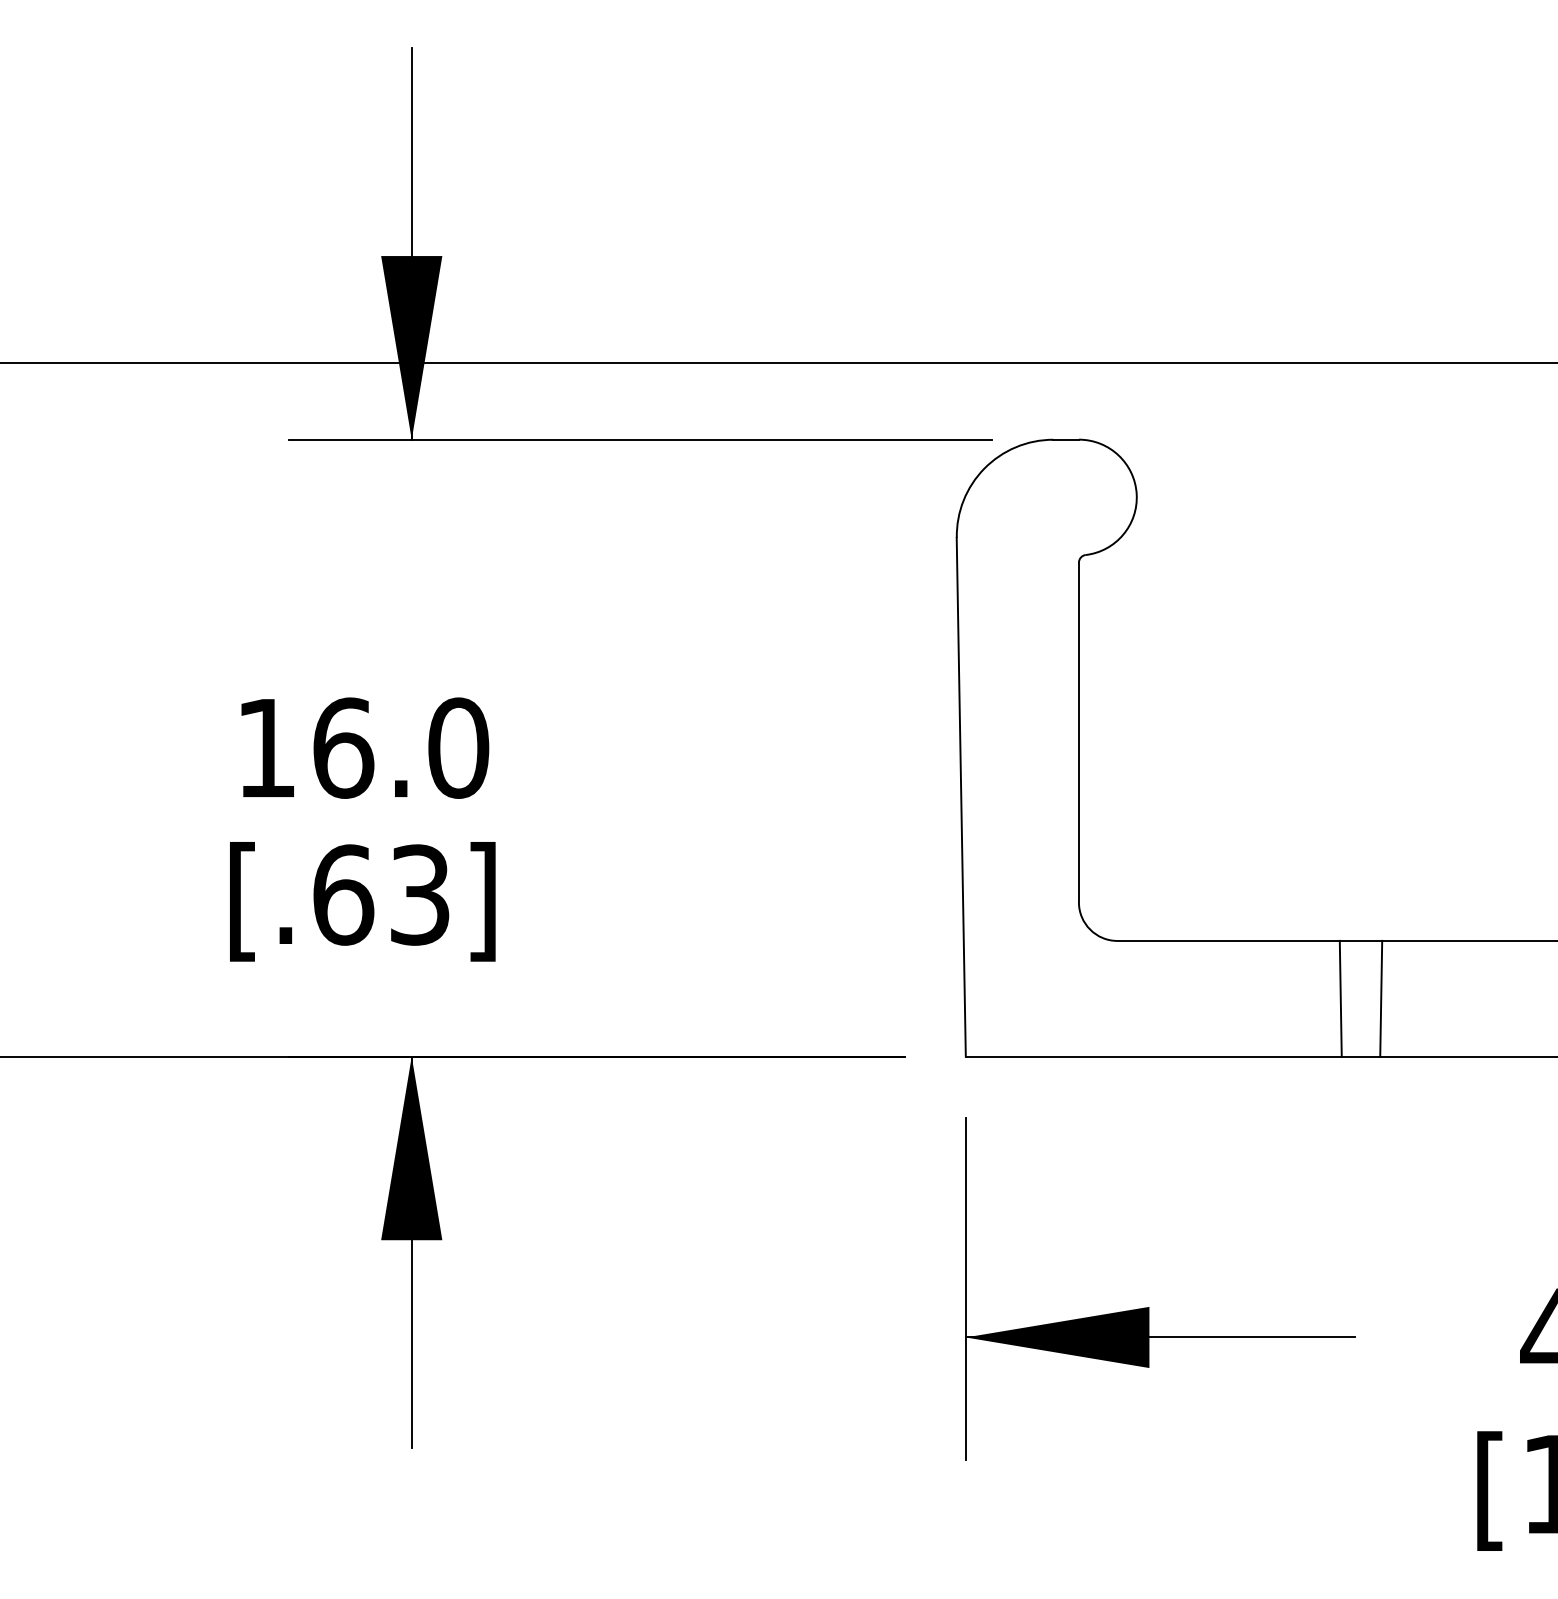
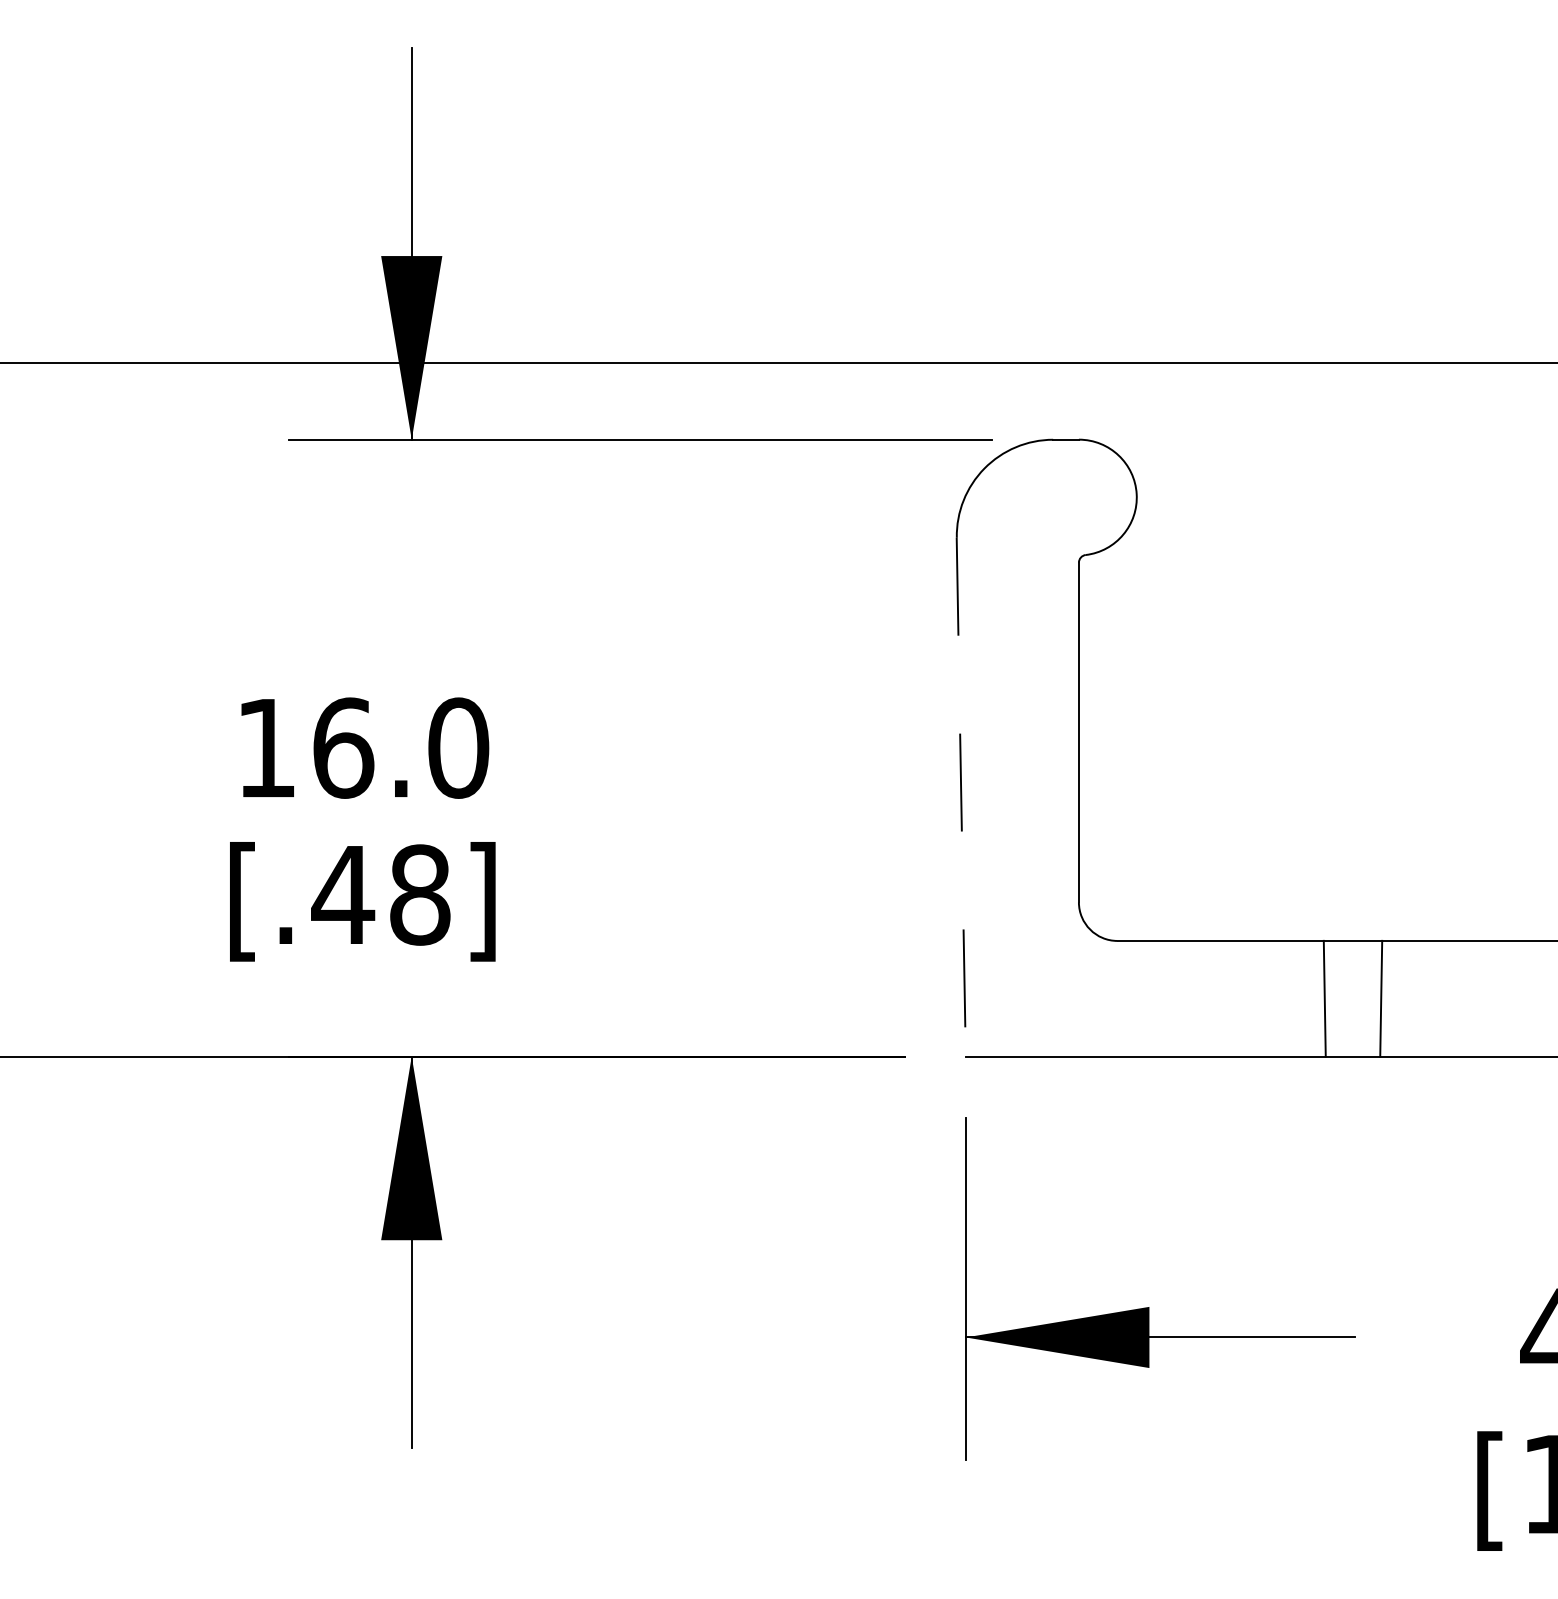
line at (961, 797): solid -> dashed
text at (380, 894): [.63] -> [.48]
line at (1340, 998) position: (1340, 998) -> (1324, 998)
